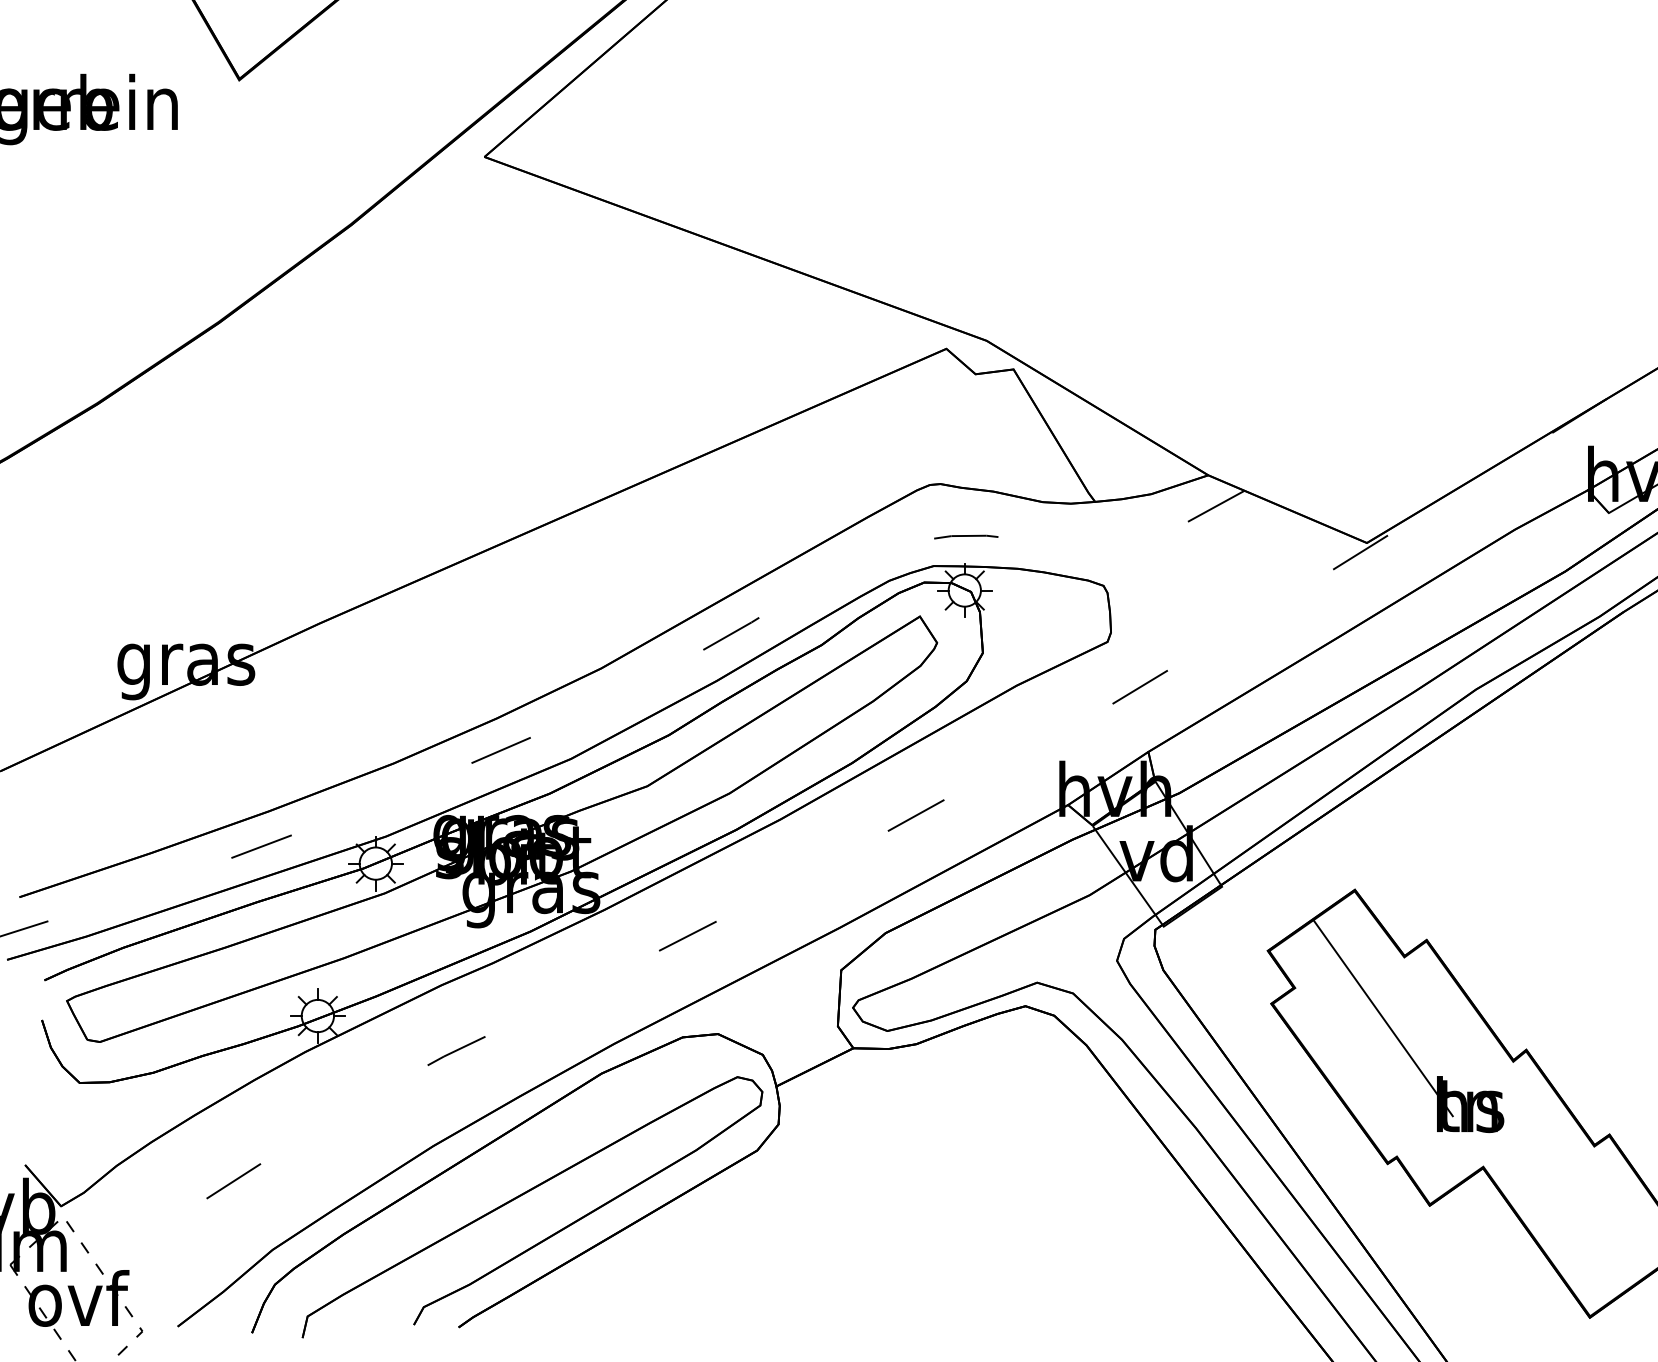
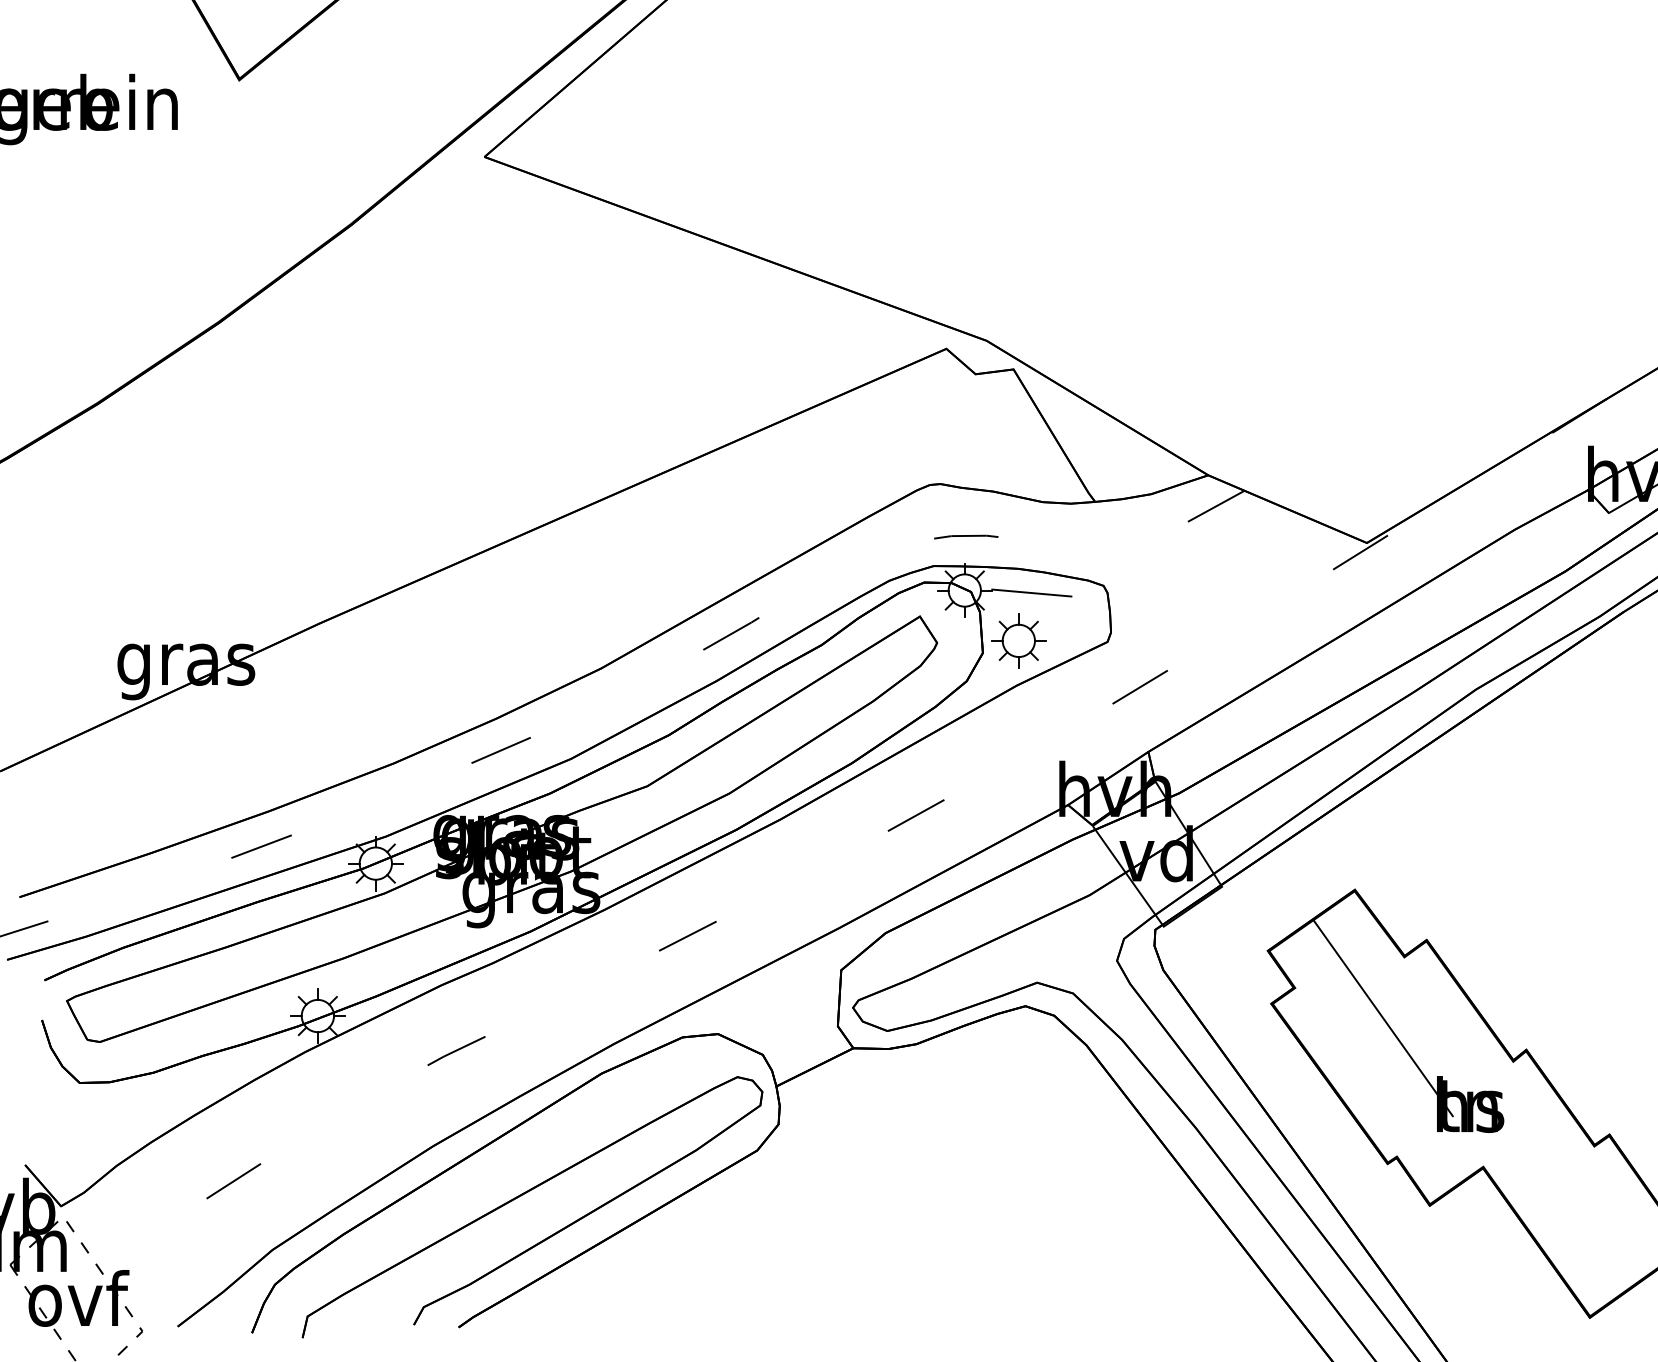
line at (1031, 592): none -> present
part at (1018, 640): none -> present
